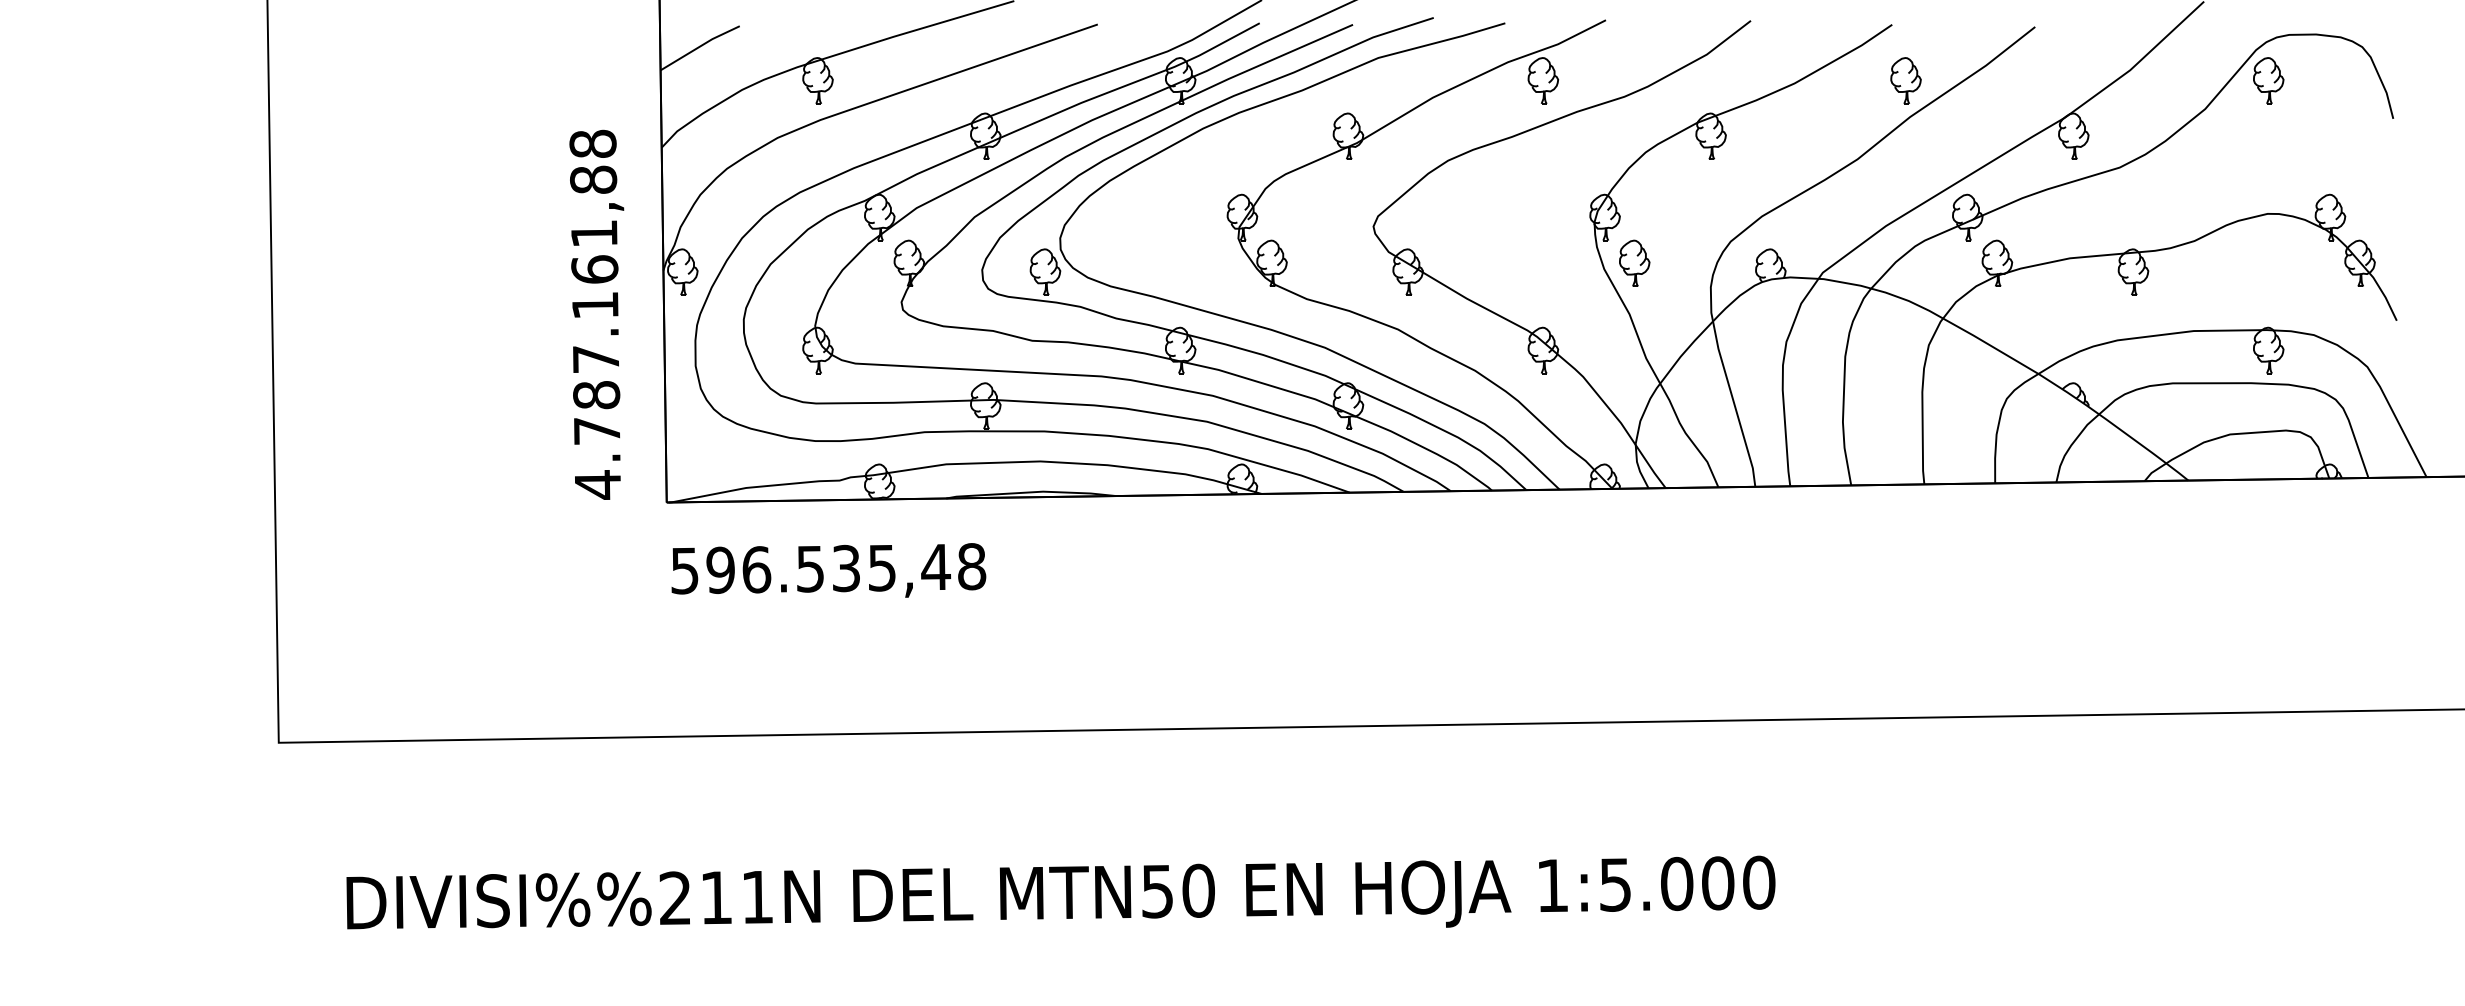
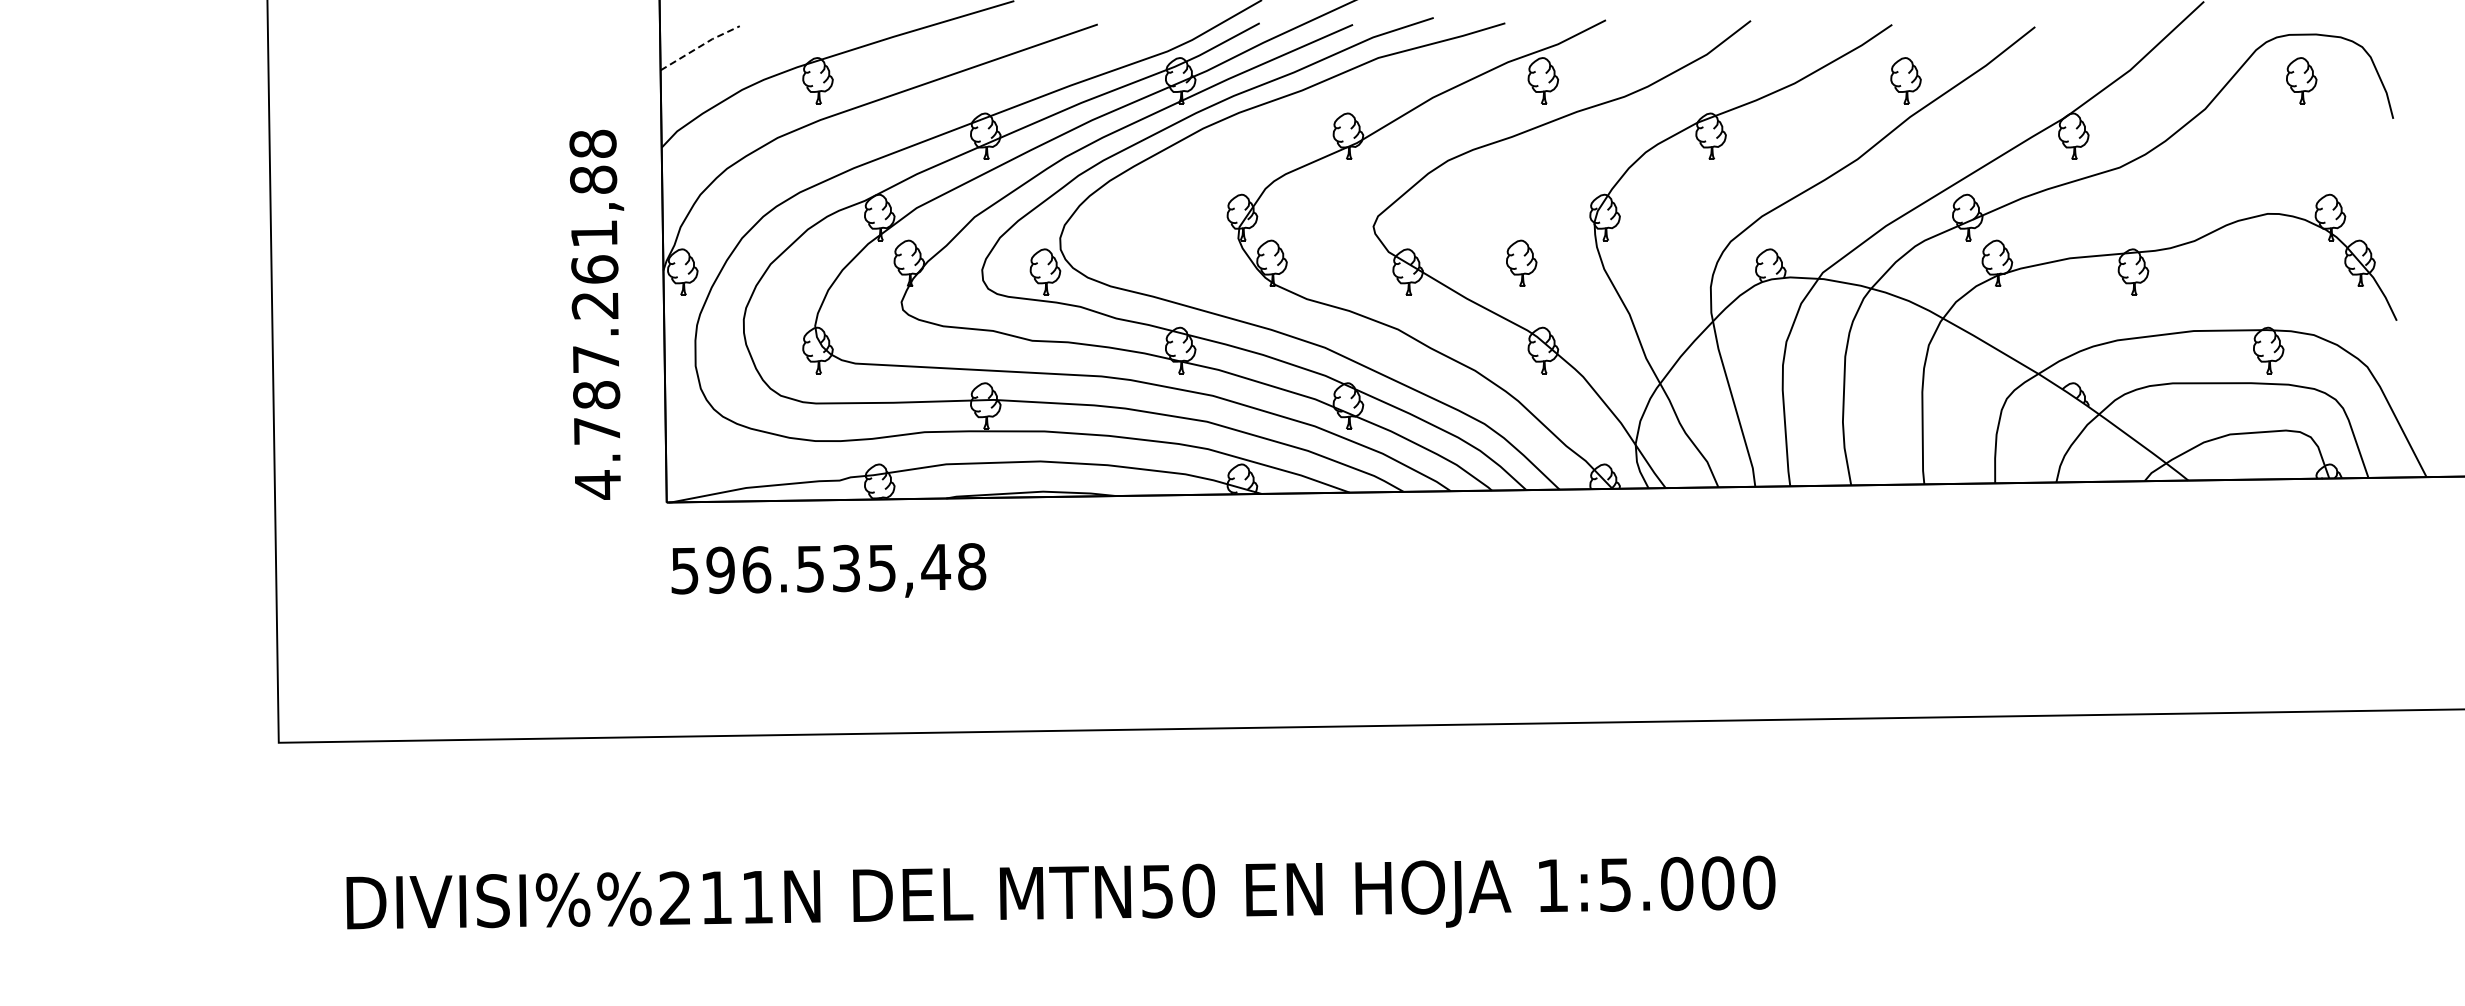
line at (700, 46): solid -> dashed
part at (2268, 80) position: (2268, 80) -> (2301, 80)
part at (1634, 262) position: (1634, 262) -> (1521, 262)
text at (594, 305): 4.787.161,88 -> 4.787.261,88
